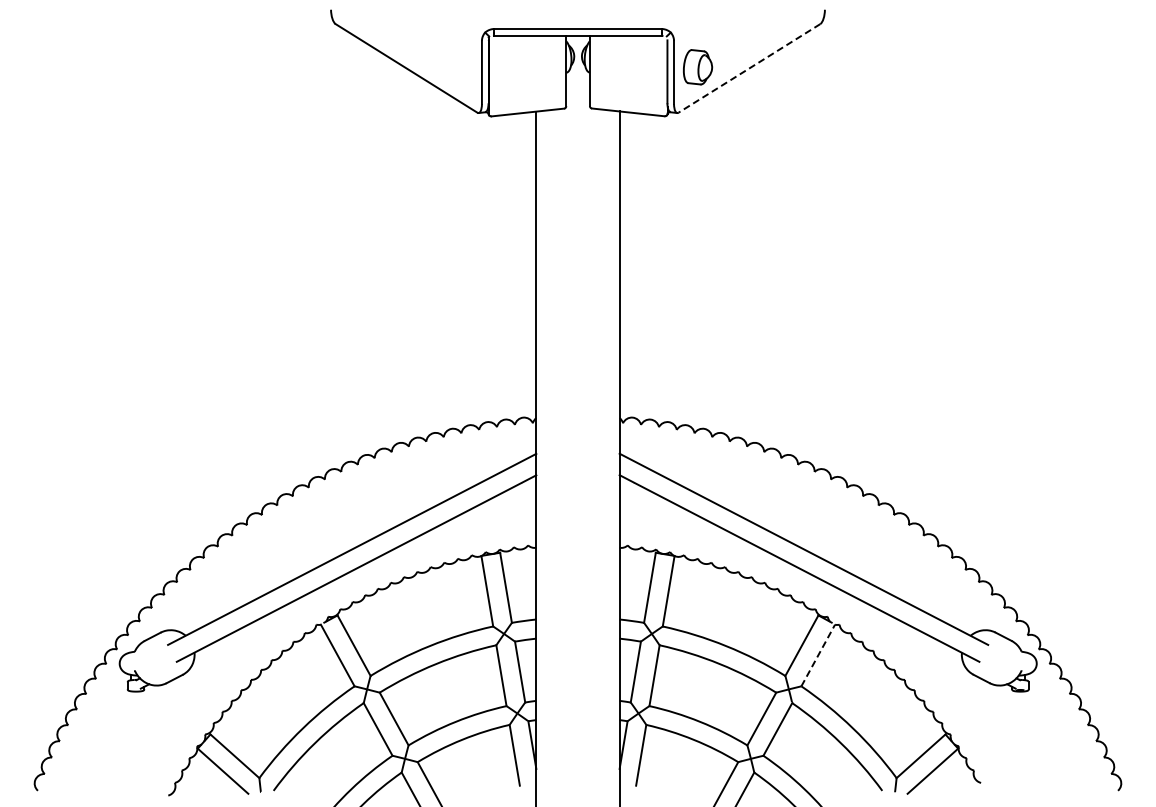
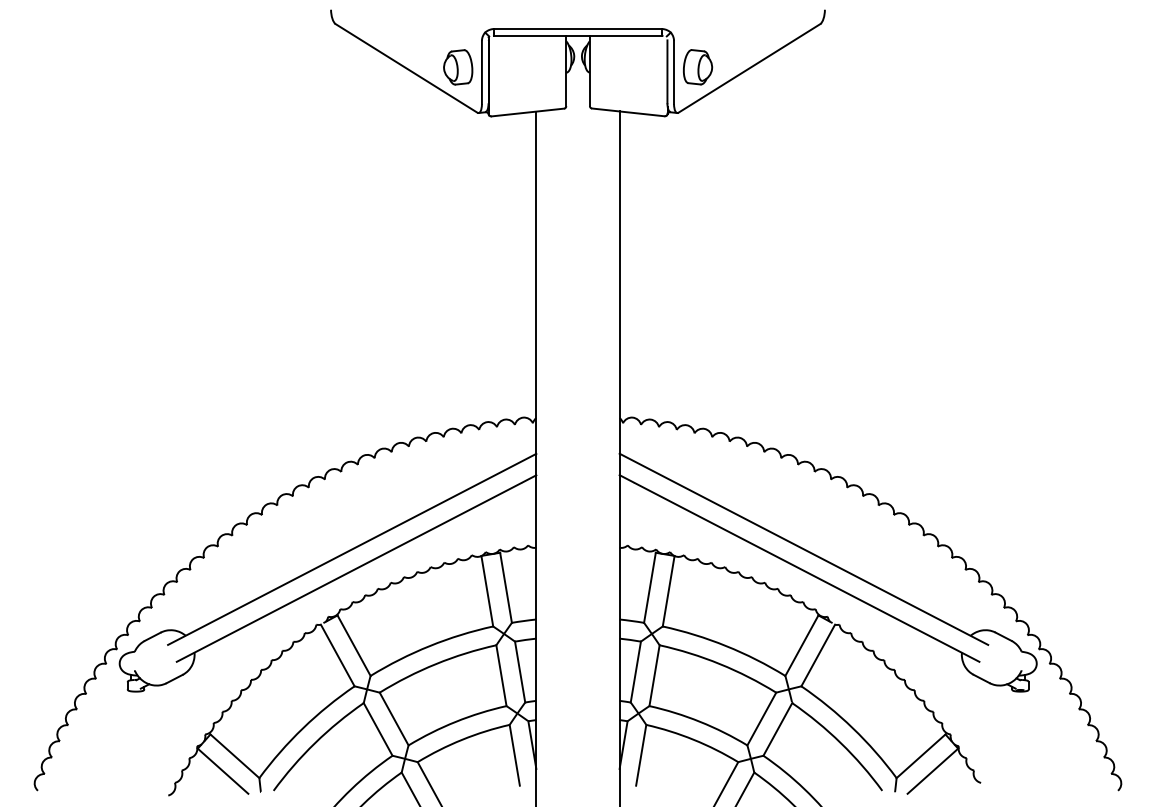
part at (458, 67): none -> present
line at (749, 68): dashed -> solid
line at (818, 655): dashed -> solid
